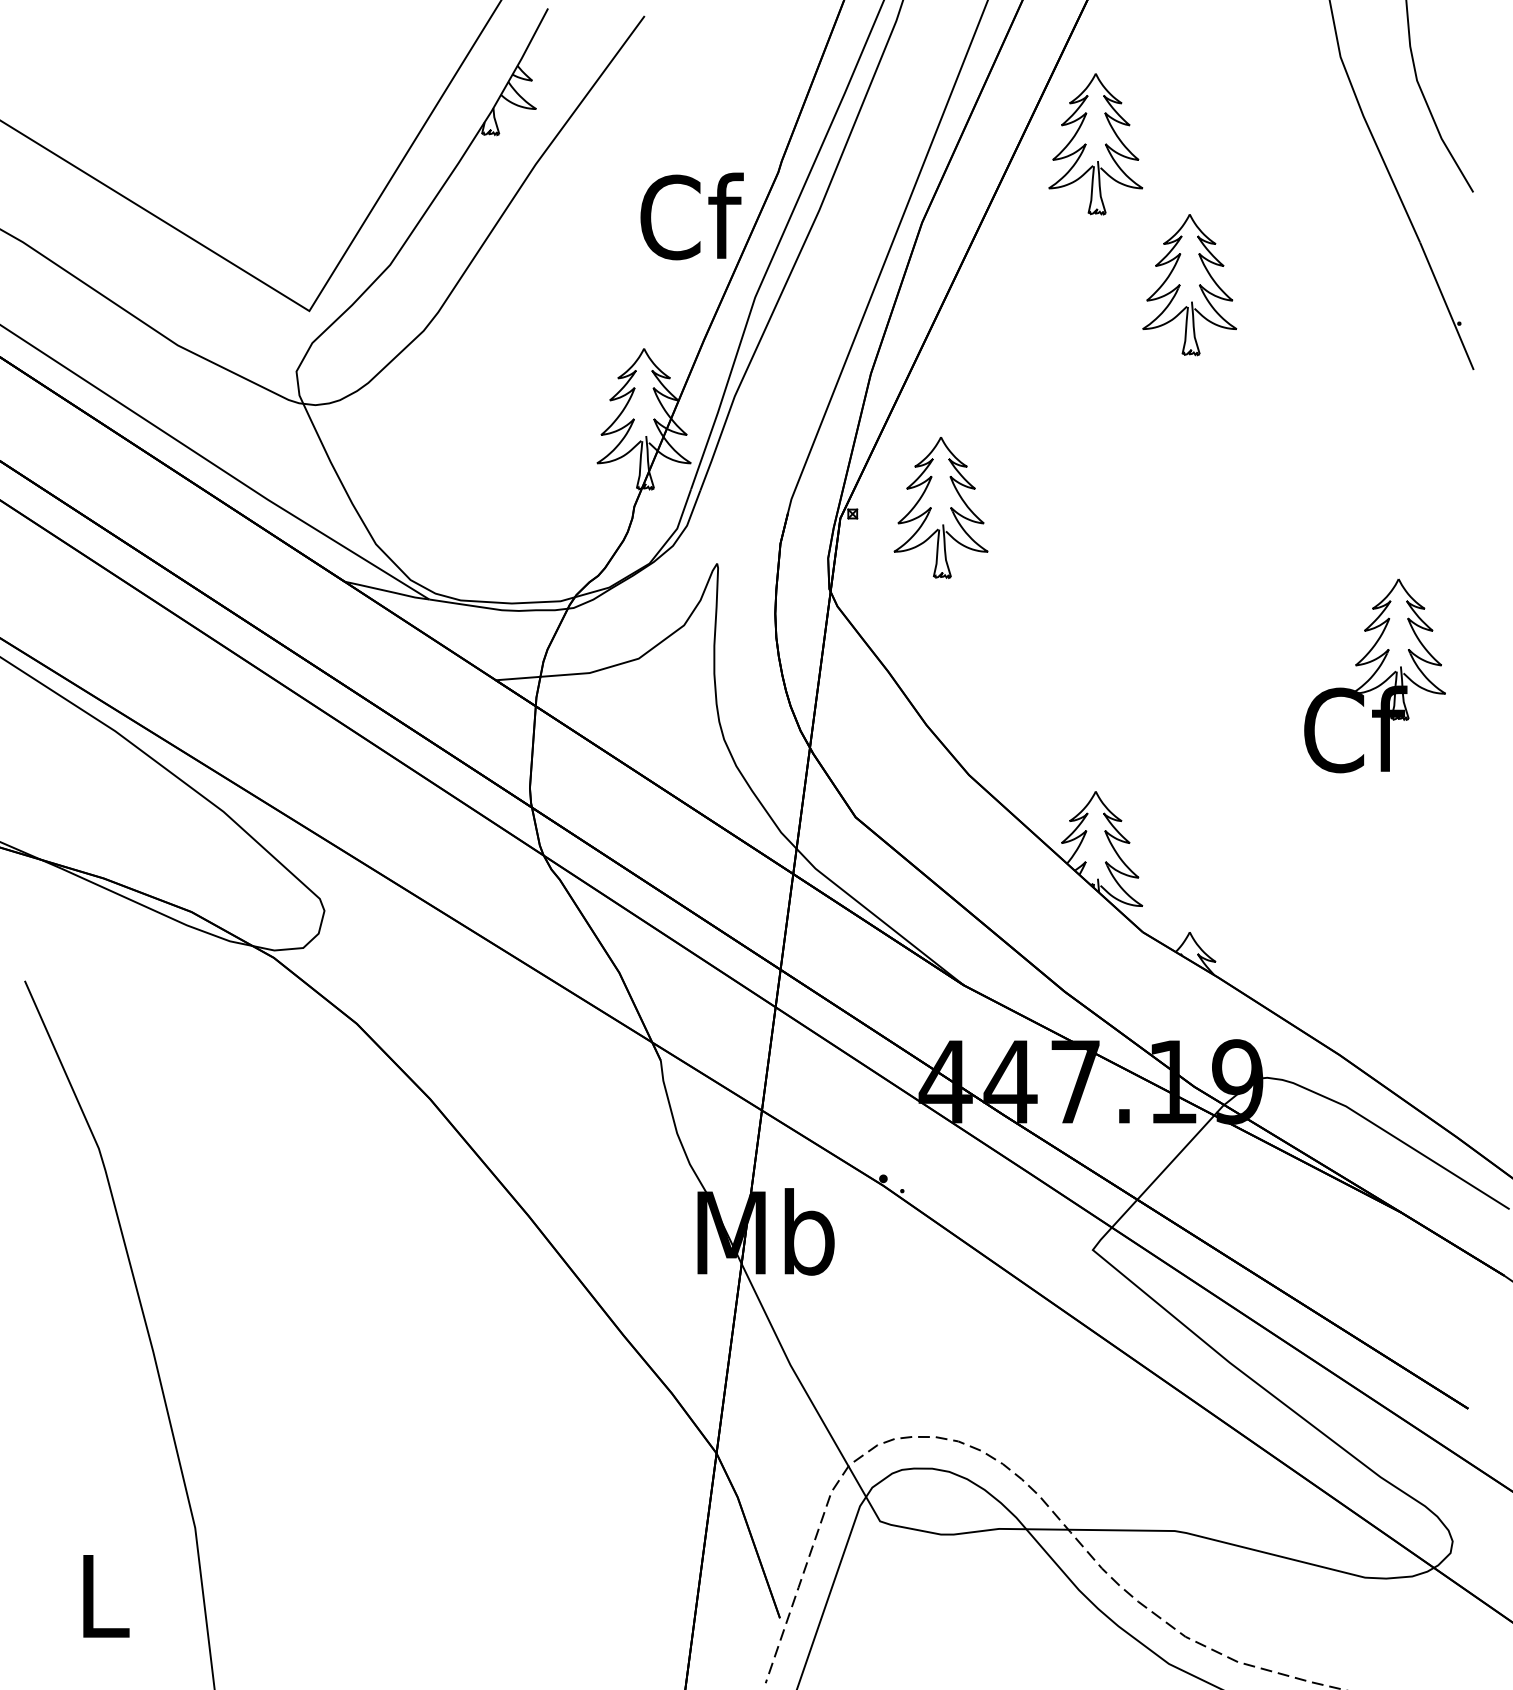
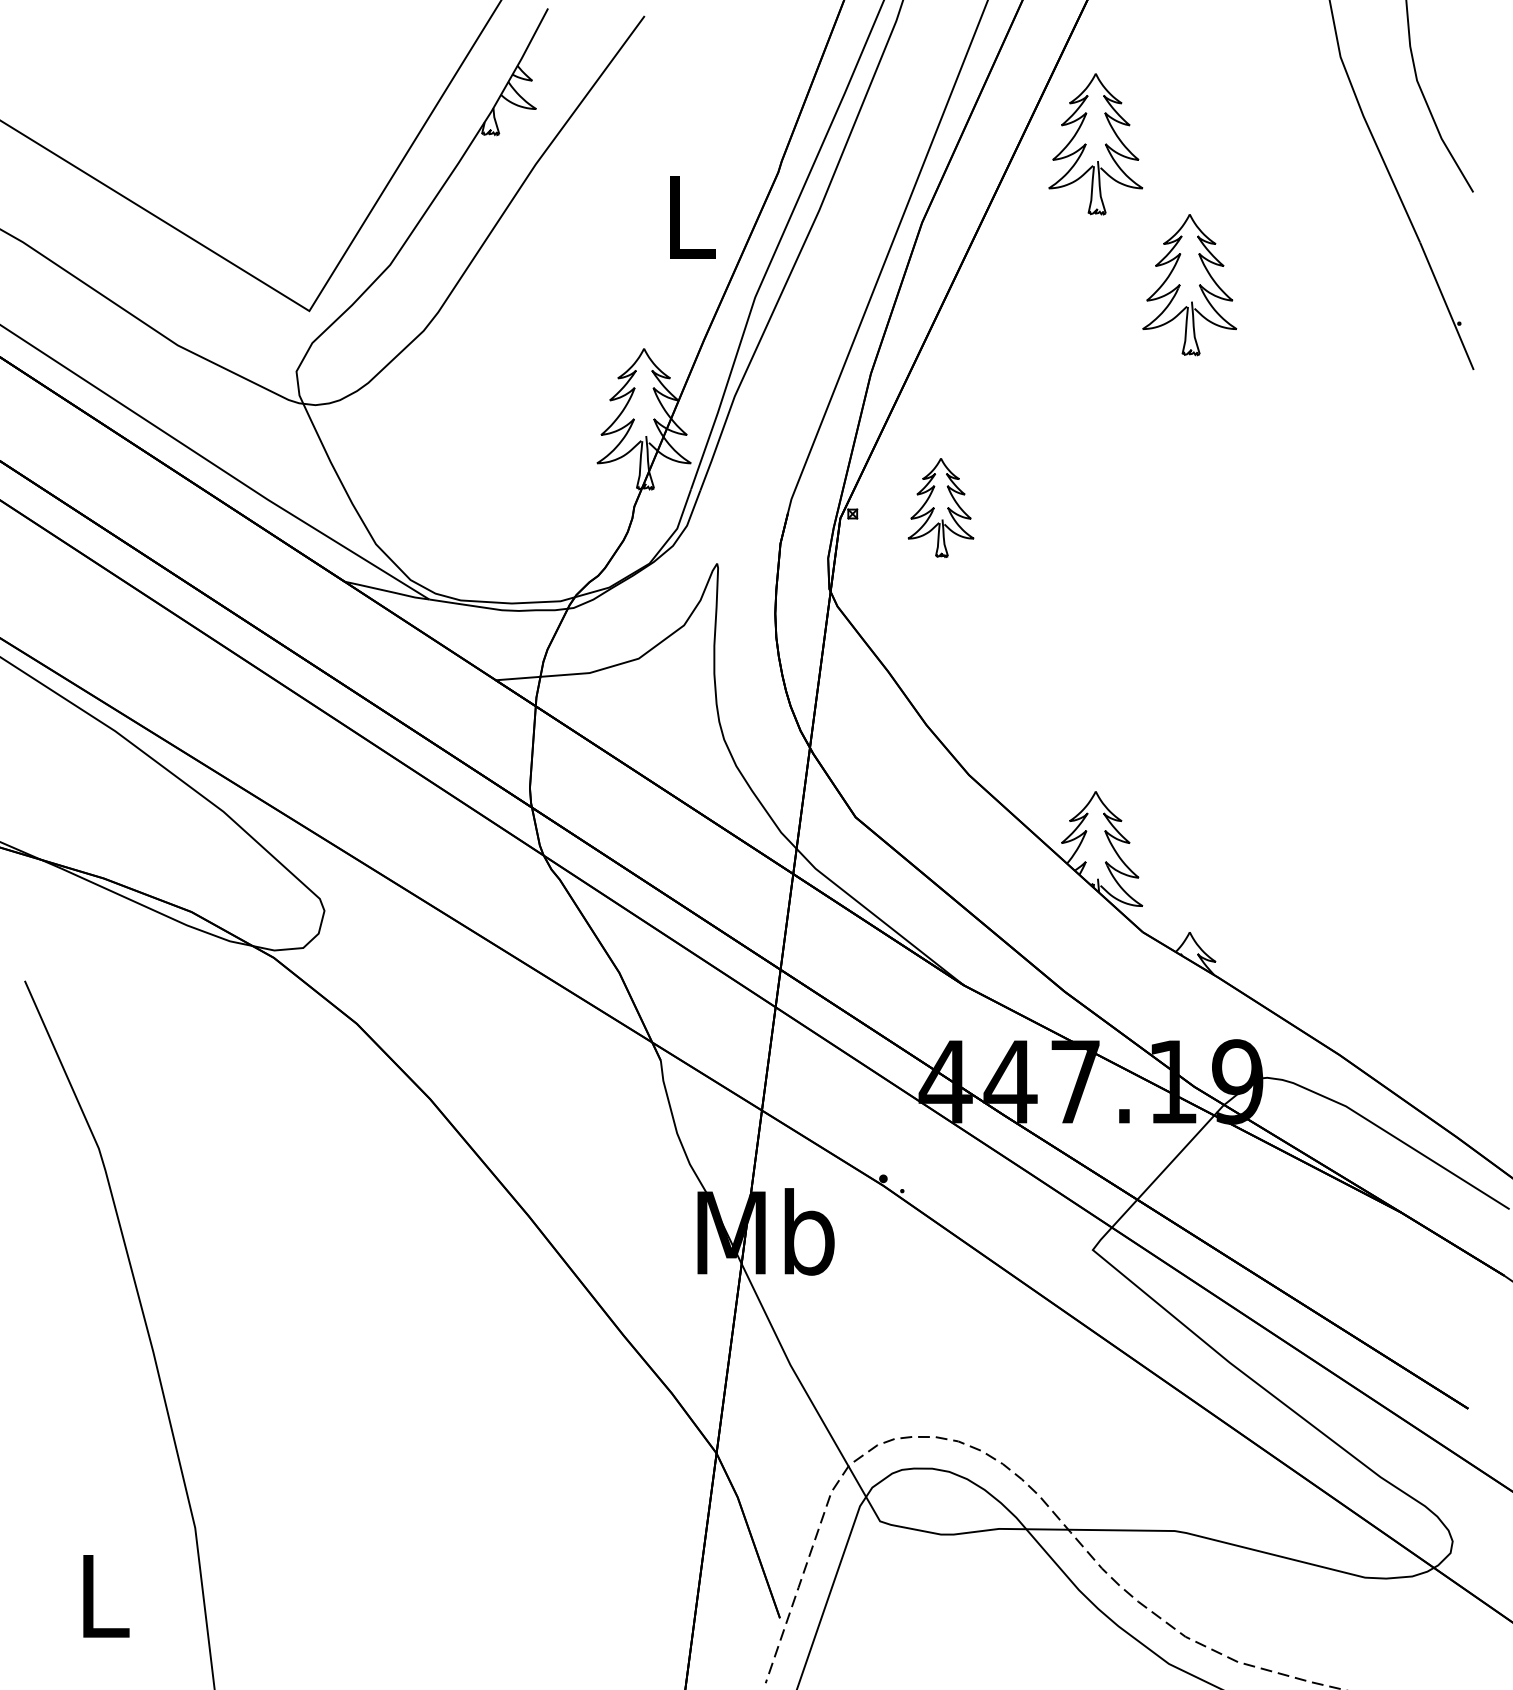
text at (691, 216): Cf -> L
part at (940, 507) size: 96x142 px -> 68x100 px
part at (1374, 675): present -> none
